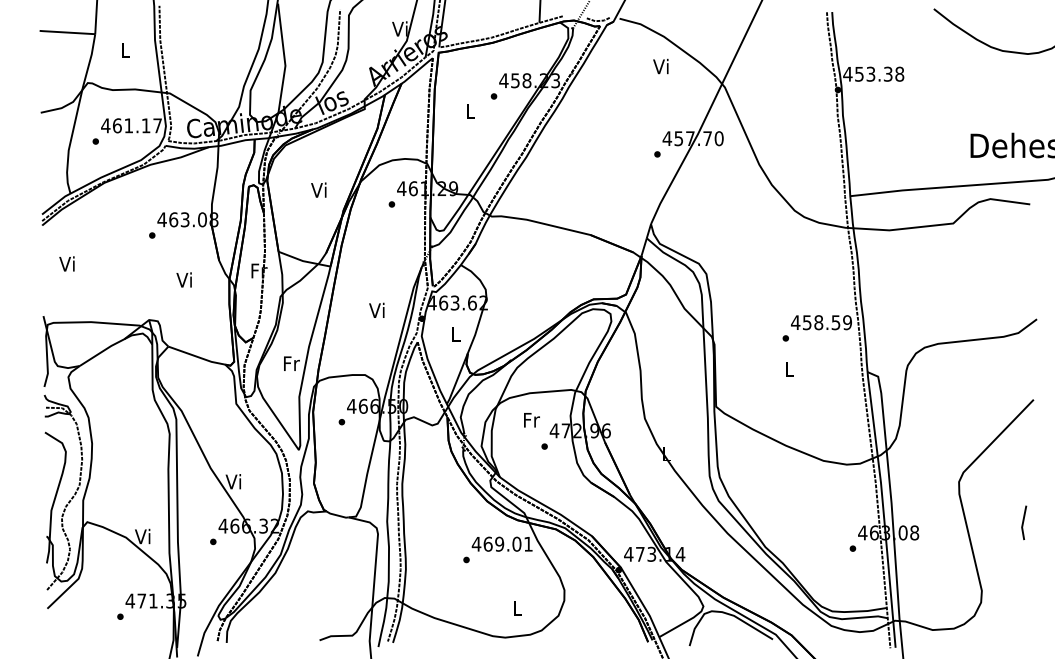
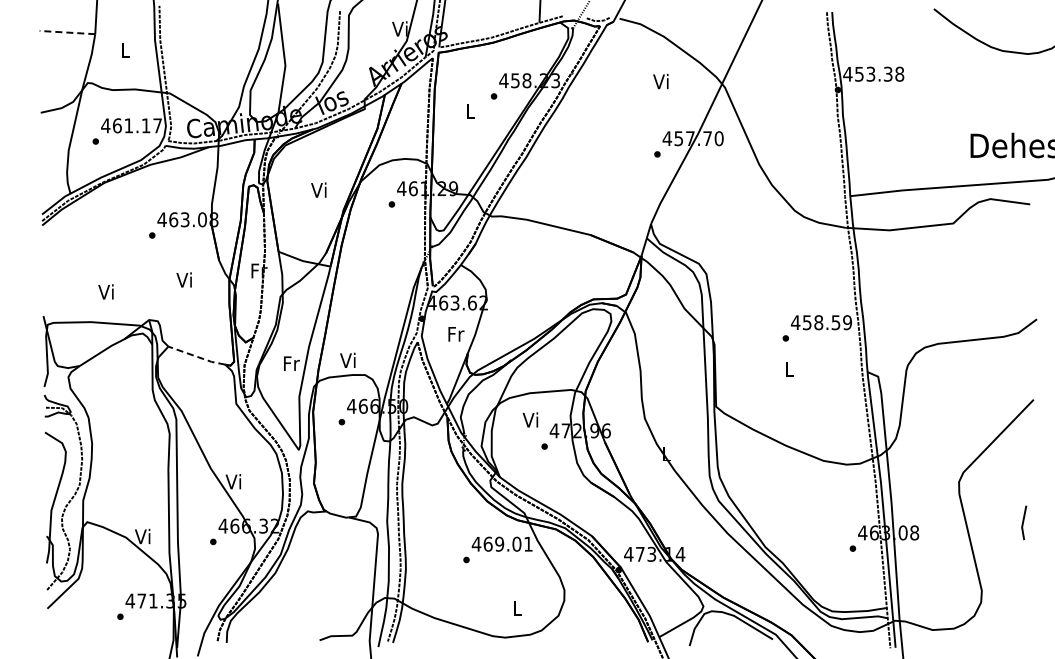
line at (66, 32): solid -> dashed
text at (660, 66) position: (660, 66) -> (660, 81)
text at (66, 263) position: (66, 263) -> (105, 291)
text at (376, 309) position: (376, 309) -> (347, 359)
text at (456, 334): L -> Fr
line at (196, 356): solid -> dashed
text at (530, 419): Fr -> Vi
